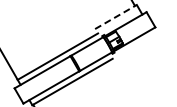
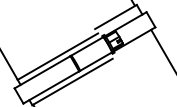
line at (116, 16): dashed -> solid
line at (162, 48): none -> present
